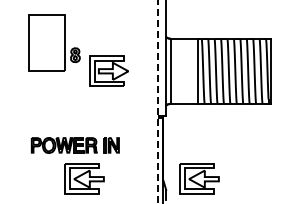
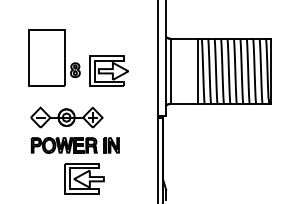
part at (54, 42) position: (54, 42) -> (54, 57)
line at (157, 101): dashed -> solid
part at (66, 117): none -> present
part at (199, 178): present -> none
